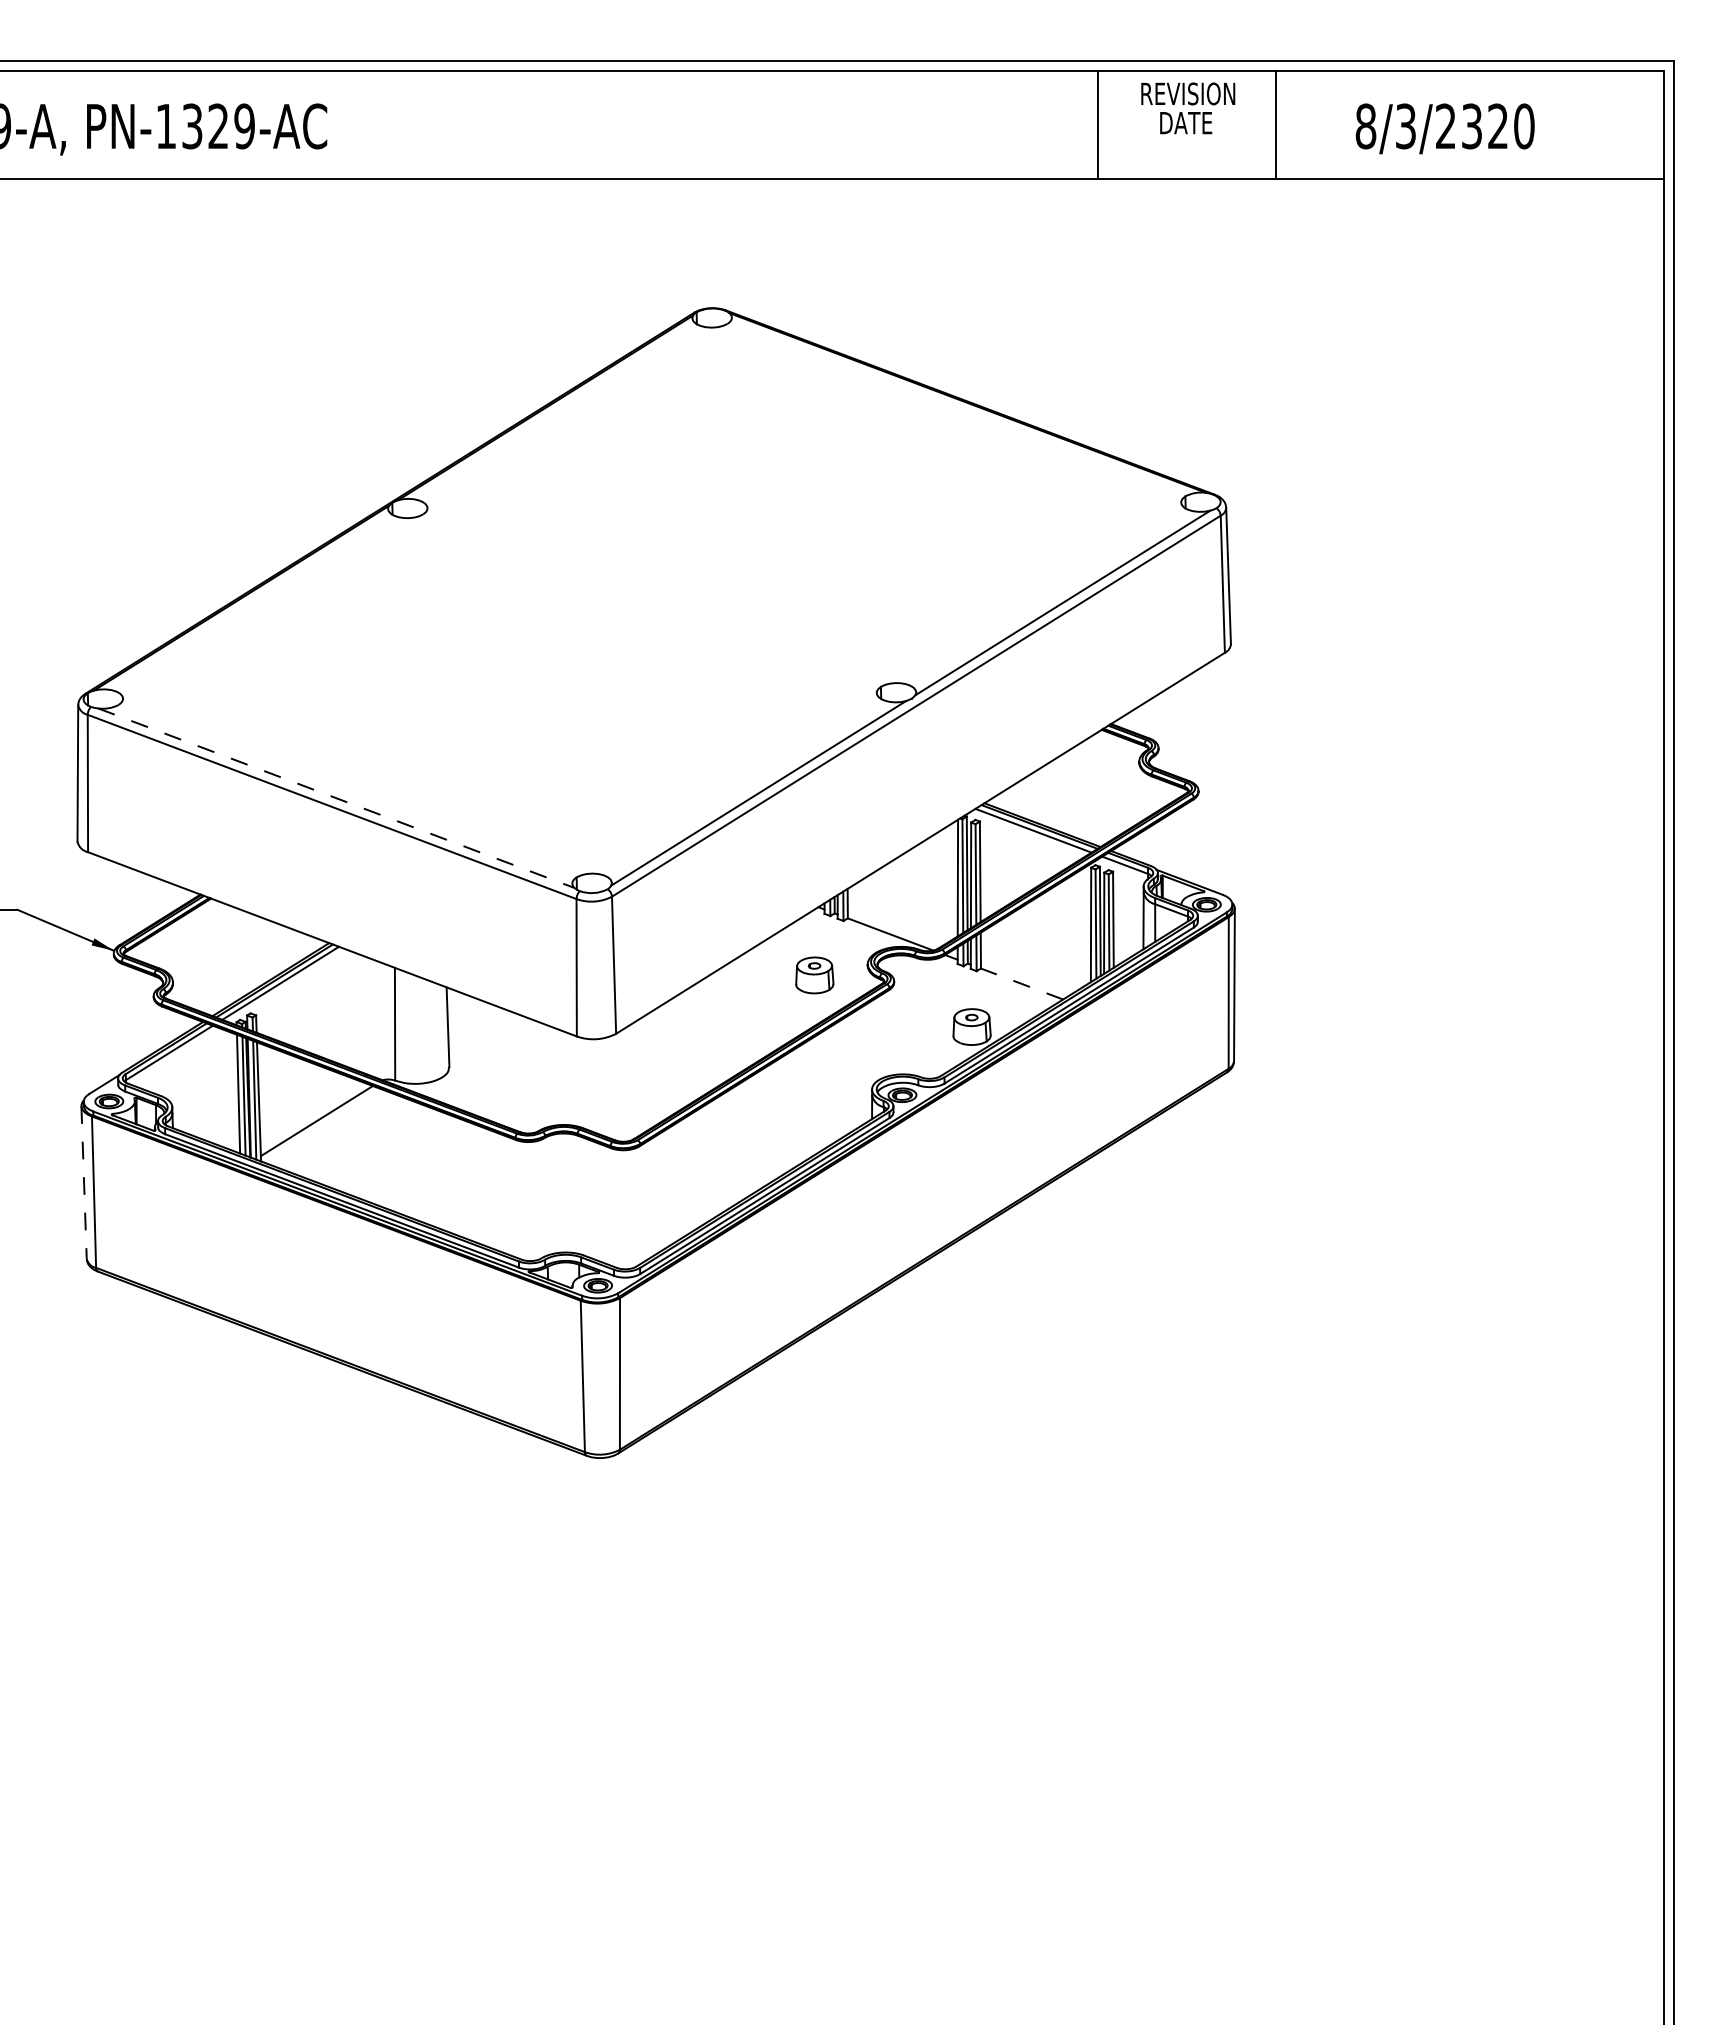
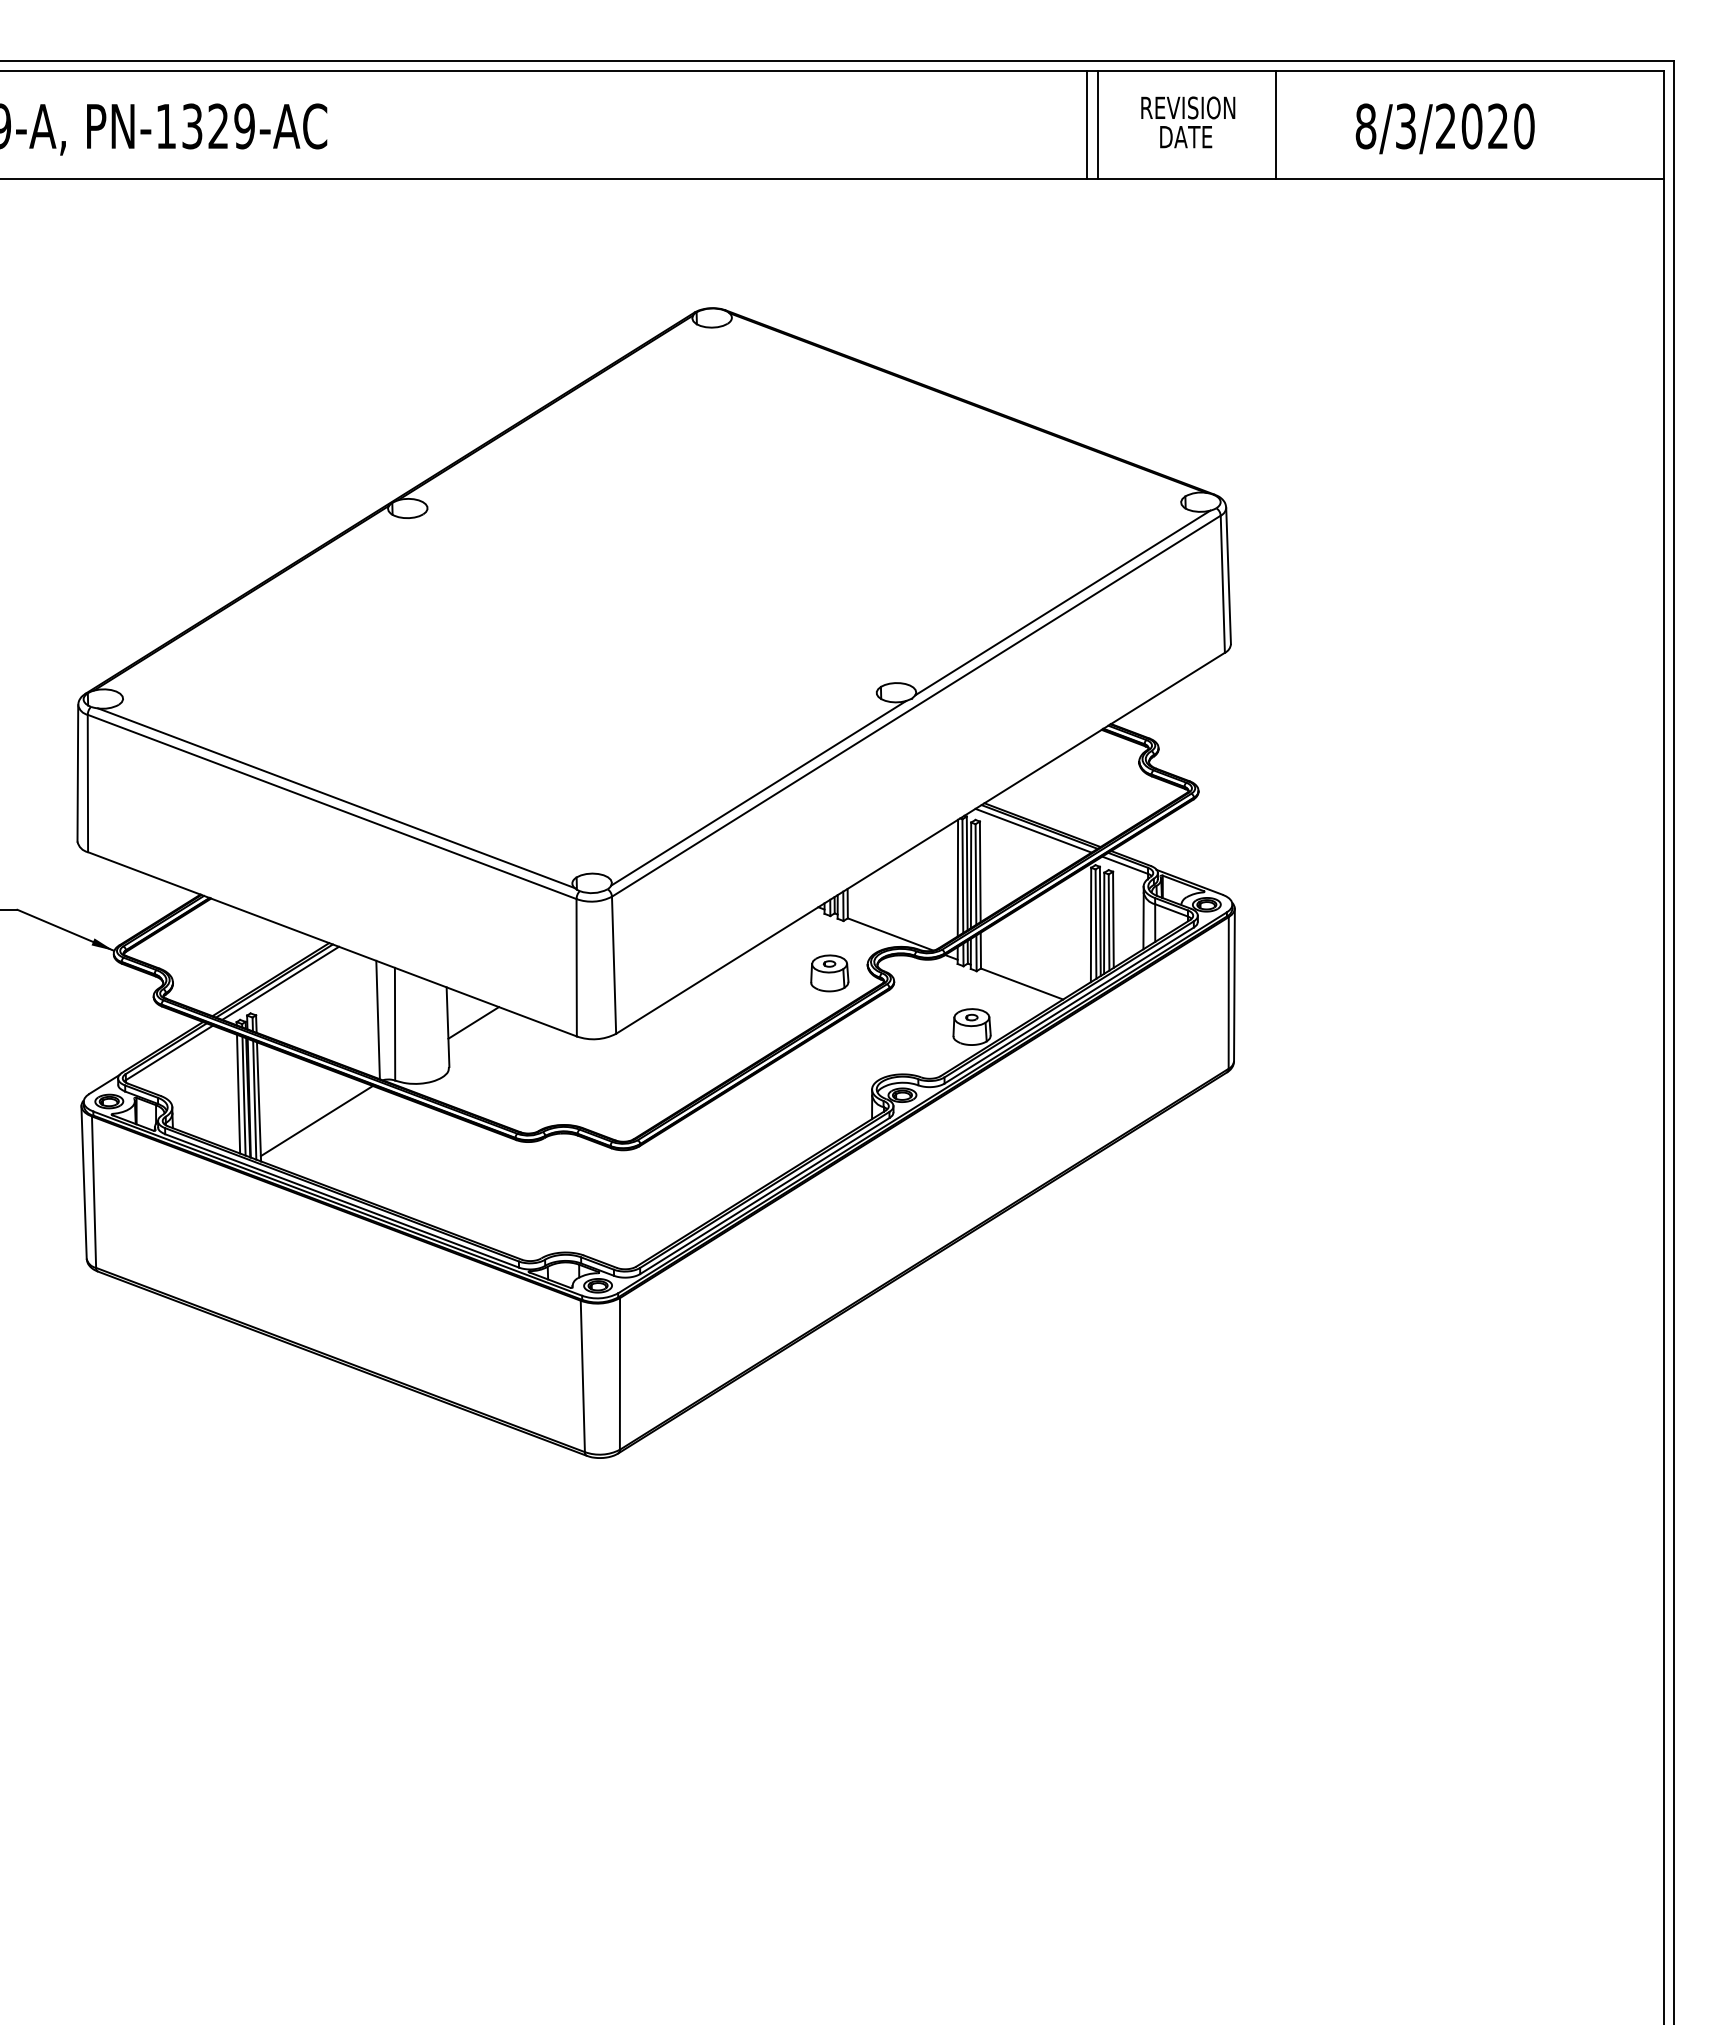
text at (1188, 108) position: (1188, 108) -> (1188, 122)
line at (1086, 124): none -> present
text at (1471, 126): 8/3/2320 -> 8/3/2020
line at (336, 798): dashed -> solid
part at (814, 975) position: (814, 975) -> (829, 973)
line at (1022, 984): dashed -> solid
line at (377, 1019): none -> present
line at (473, 1022): none -> present
line at (84, 1182): dashed -> solid
